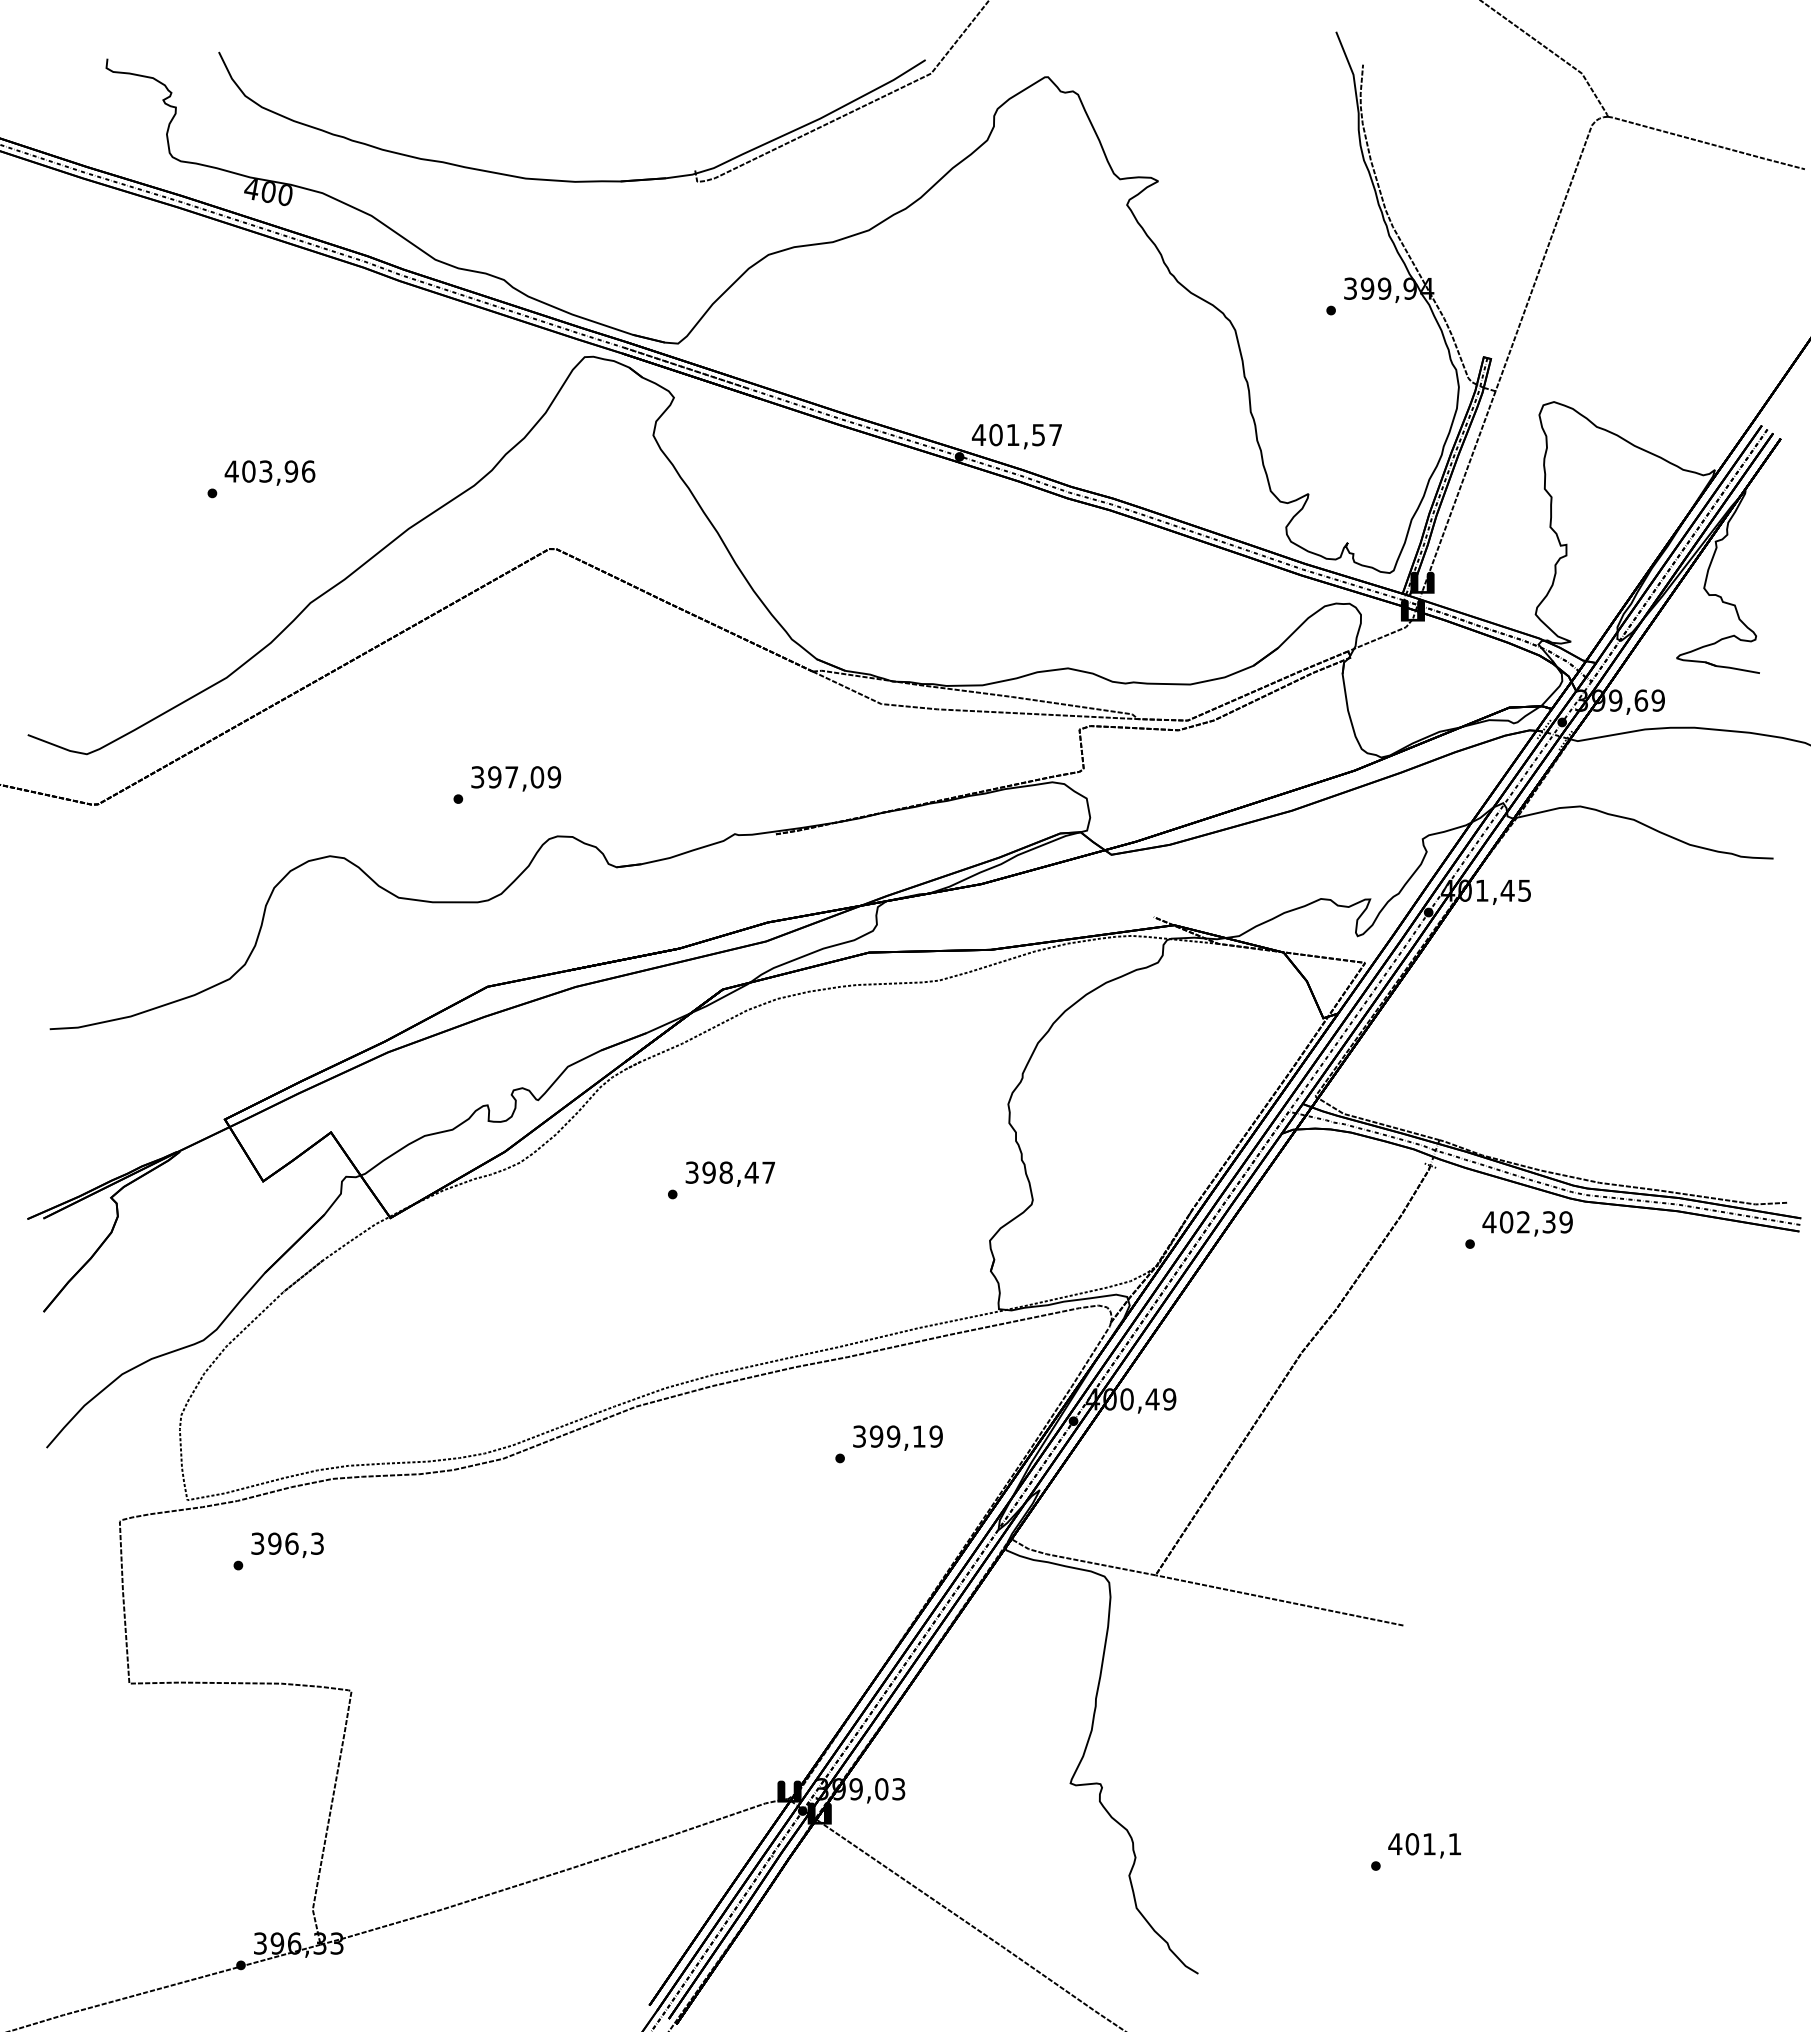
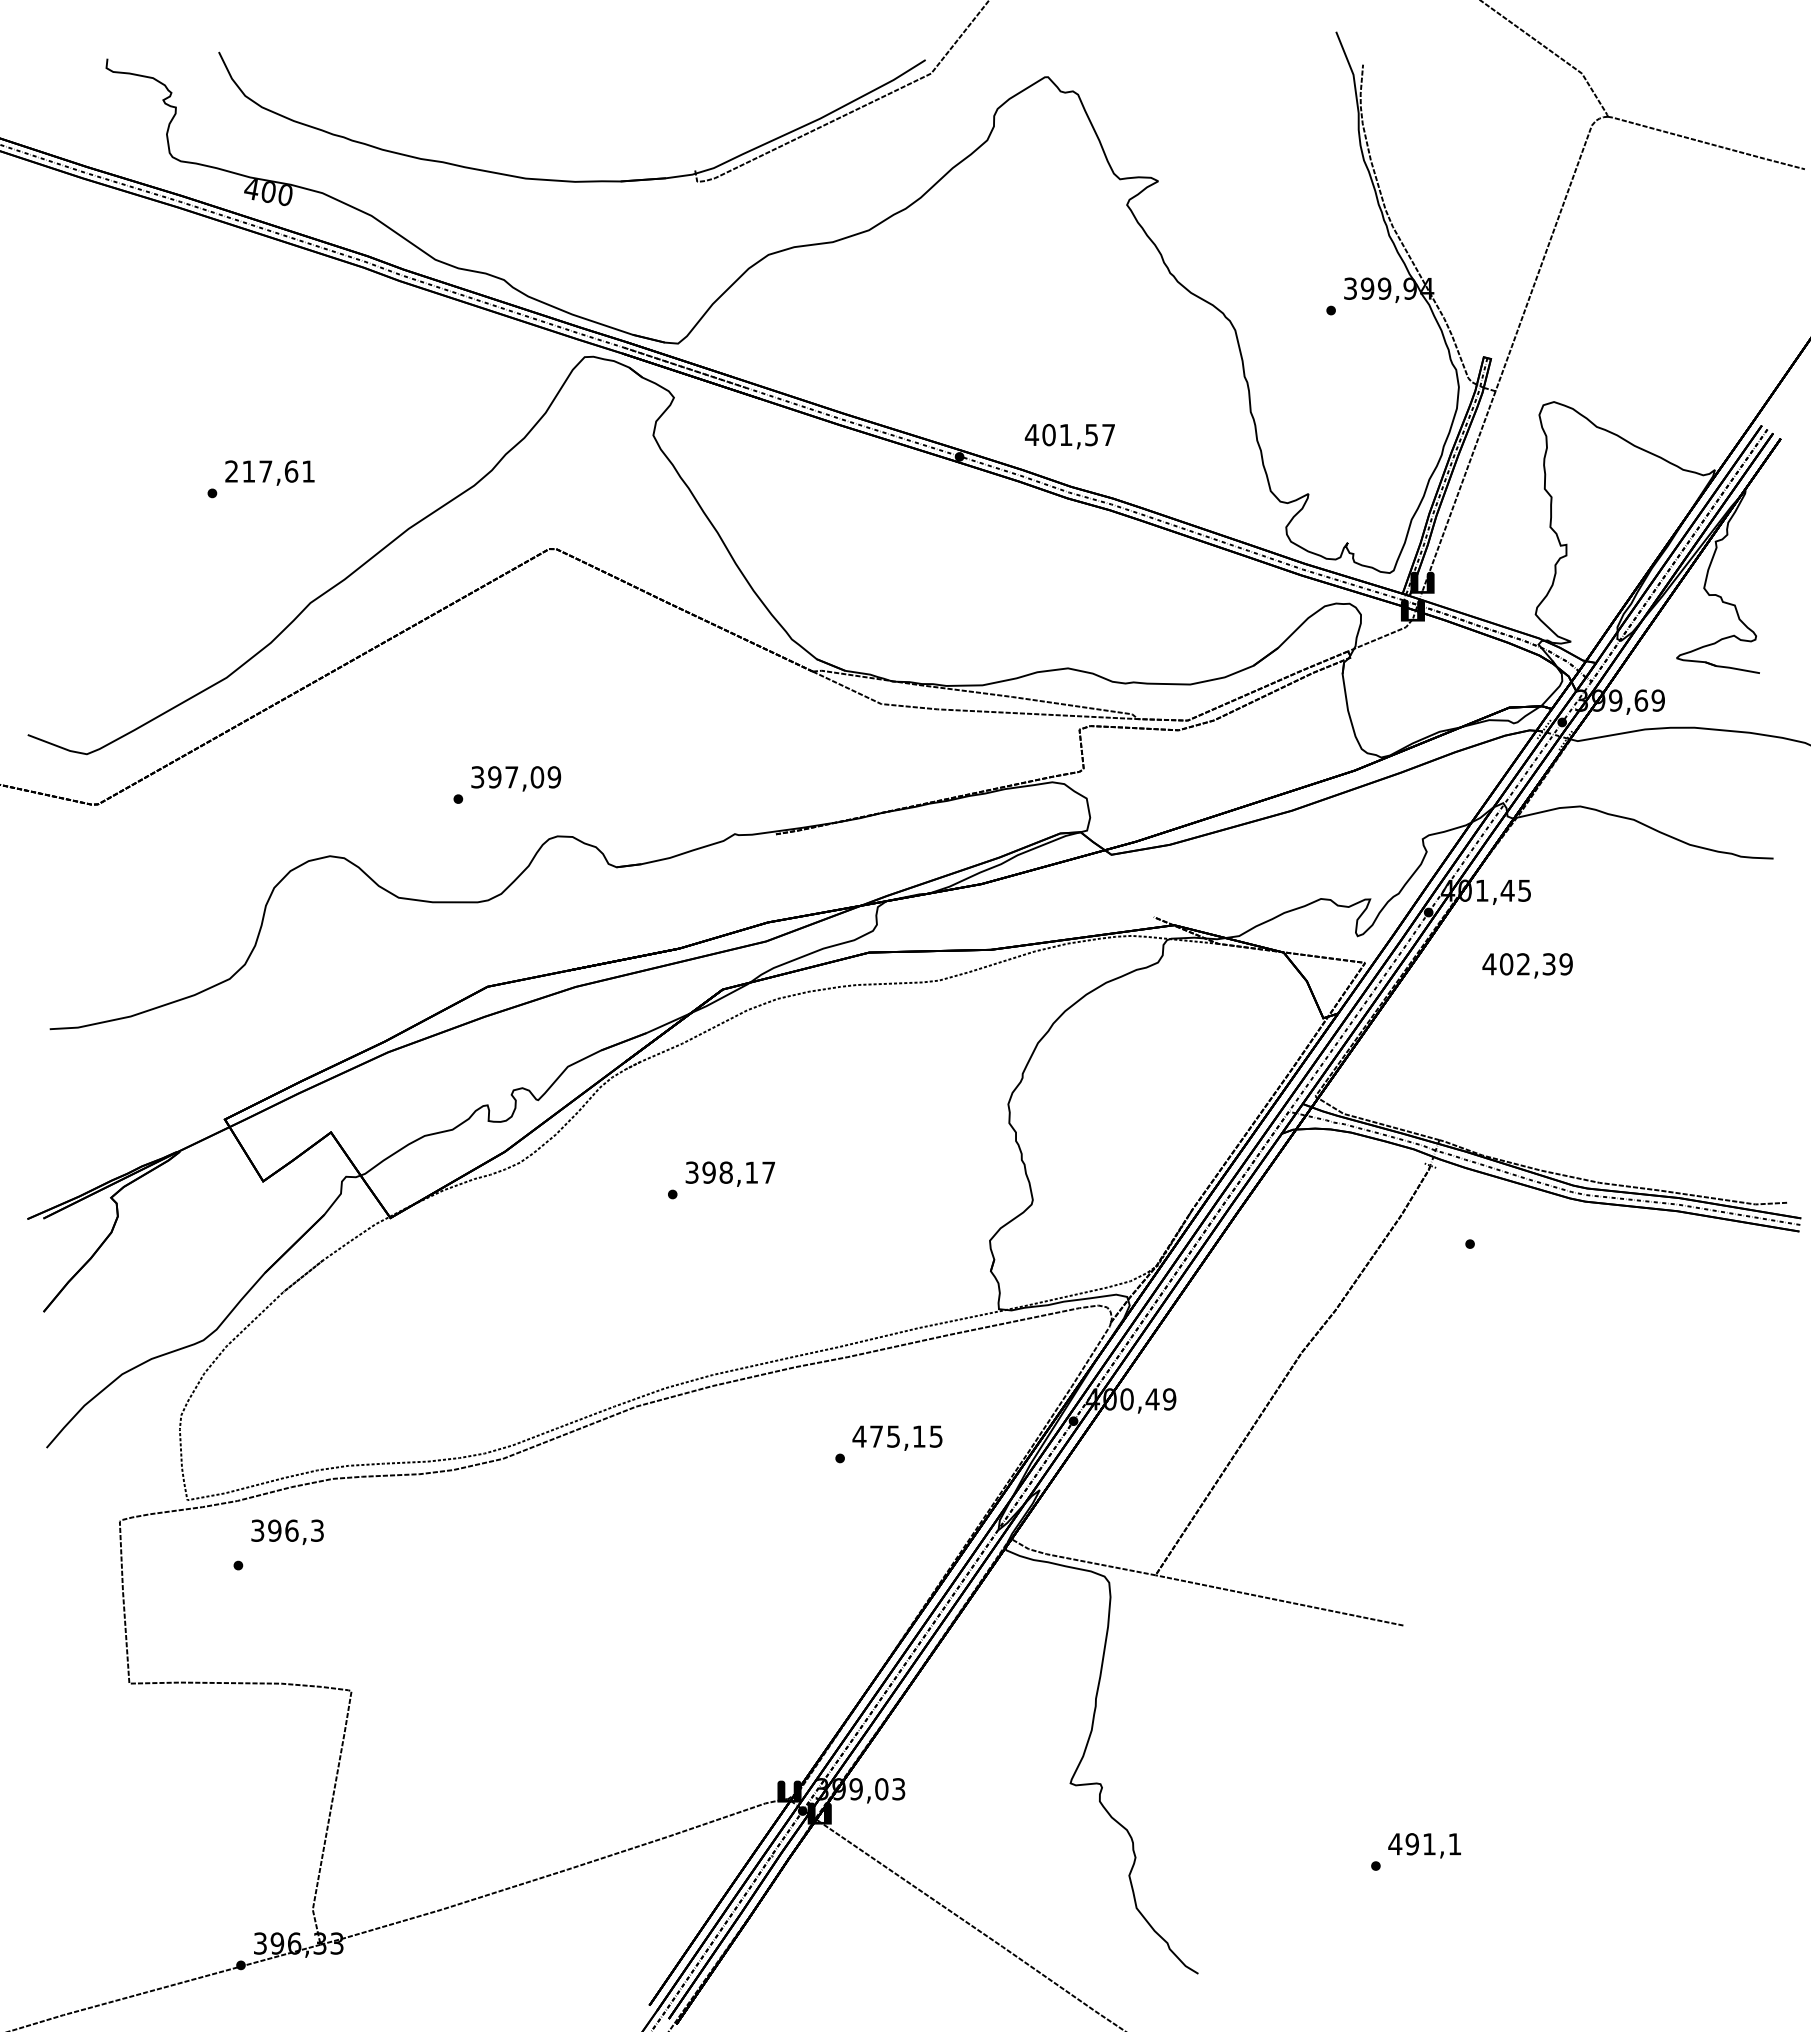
text at (1016, 436) position: (1016, 436) -> (1069, 436)
text at (269, 471): 403,96 -> 217,61
text at (751, 1172): 398,47 -> 398,17
text at (1527, 1223) position: (1527, 1223) -> (1527, 965)
text at (897, 1436): 399,19 -> 475,15
text at (287, 1544) position: (287, 1544) -> (287, 1531)
text at (1412, 1844): 401,1 -> 491,1
